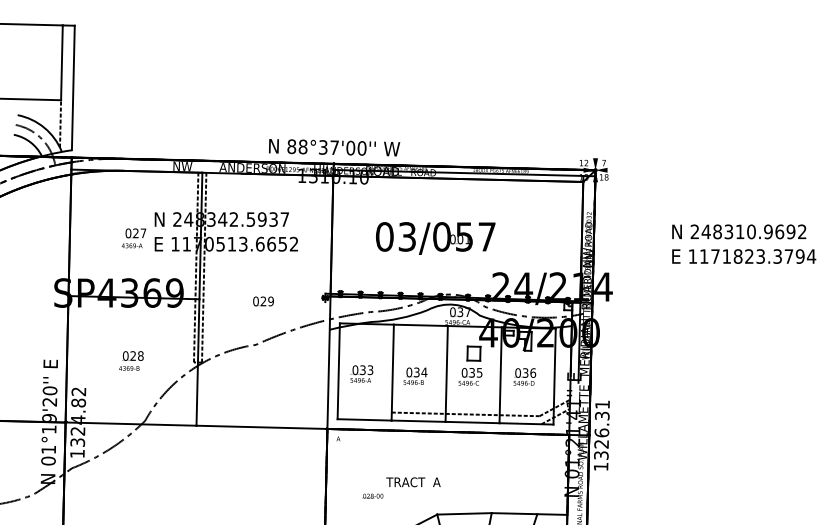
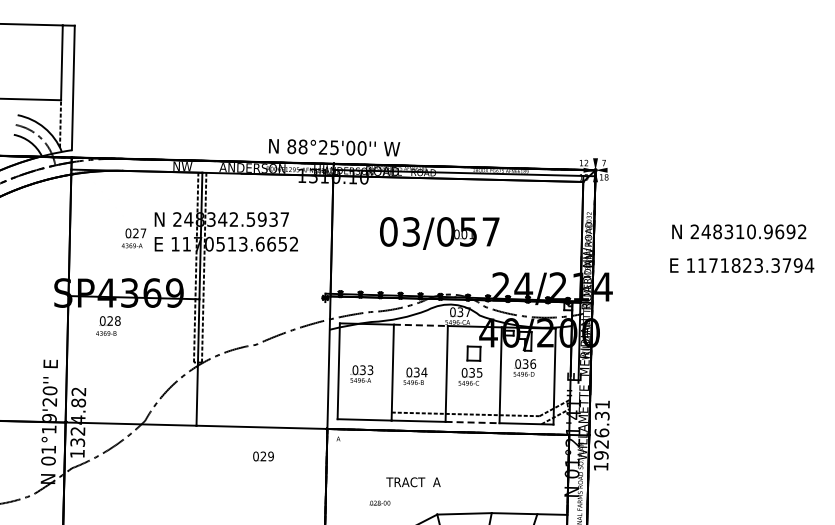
text at (328, 147): 88°37'00'' -> 88°25'00''
text at (435, 238) position: (435, 238) -> (439, 233)
text at (744, 256) position: (744, 256) -> (742, 265)
text at (263, 301) position: (263, 301) -> (263, 456)
line at (420, 325): solid -> dashed
text at (131, 360) position: (131, 360) -> (108, 325)
text at (524, 376) position: (524, 376) -> (524, 367)
line at (472, 422): solid -> dashed
text at (601, 455): 1326.31 -> 1926.31
text at (372, 495) position: (372, 495) -> (379, 502)
